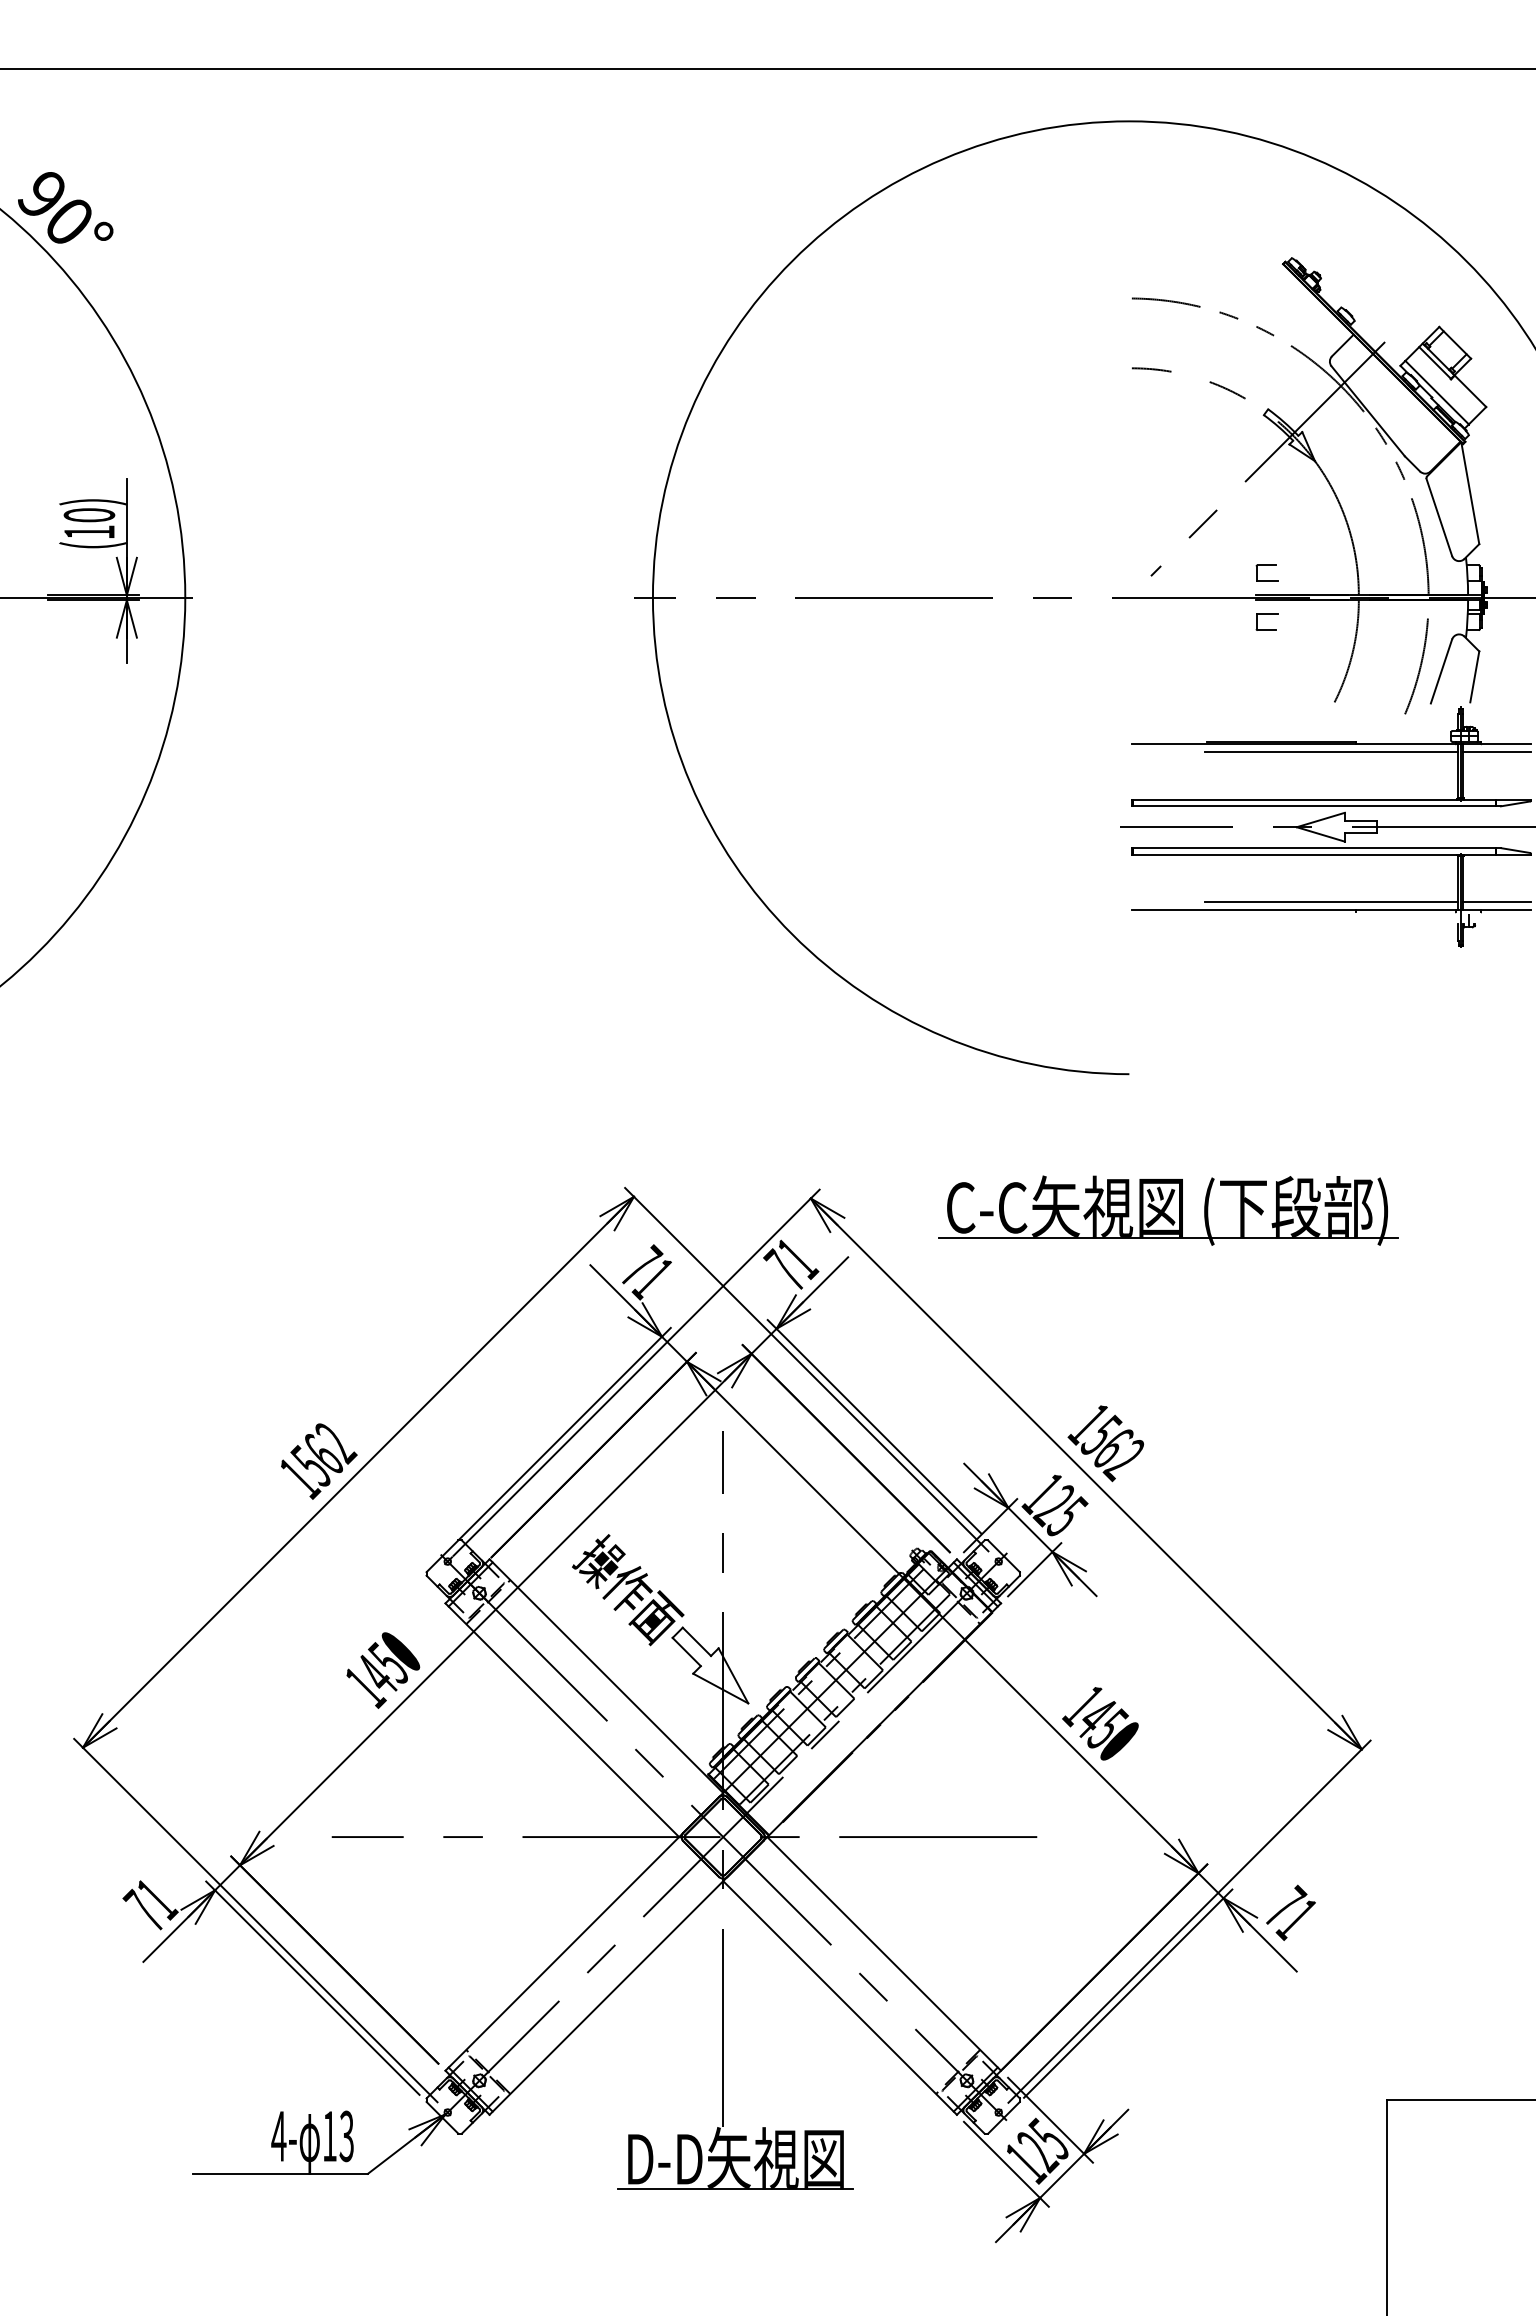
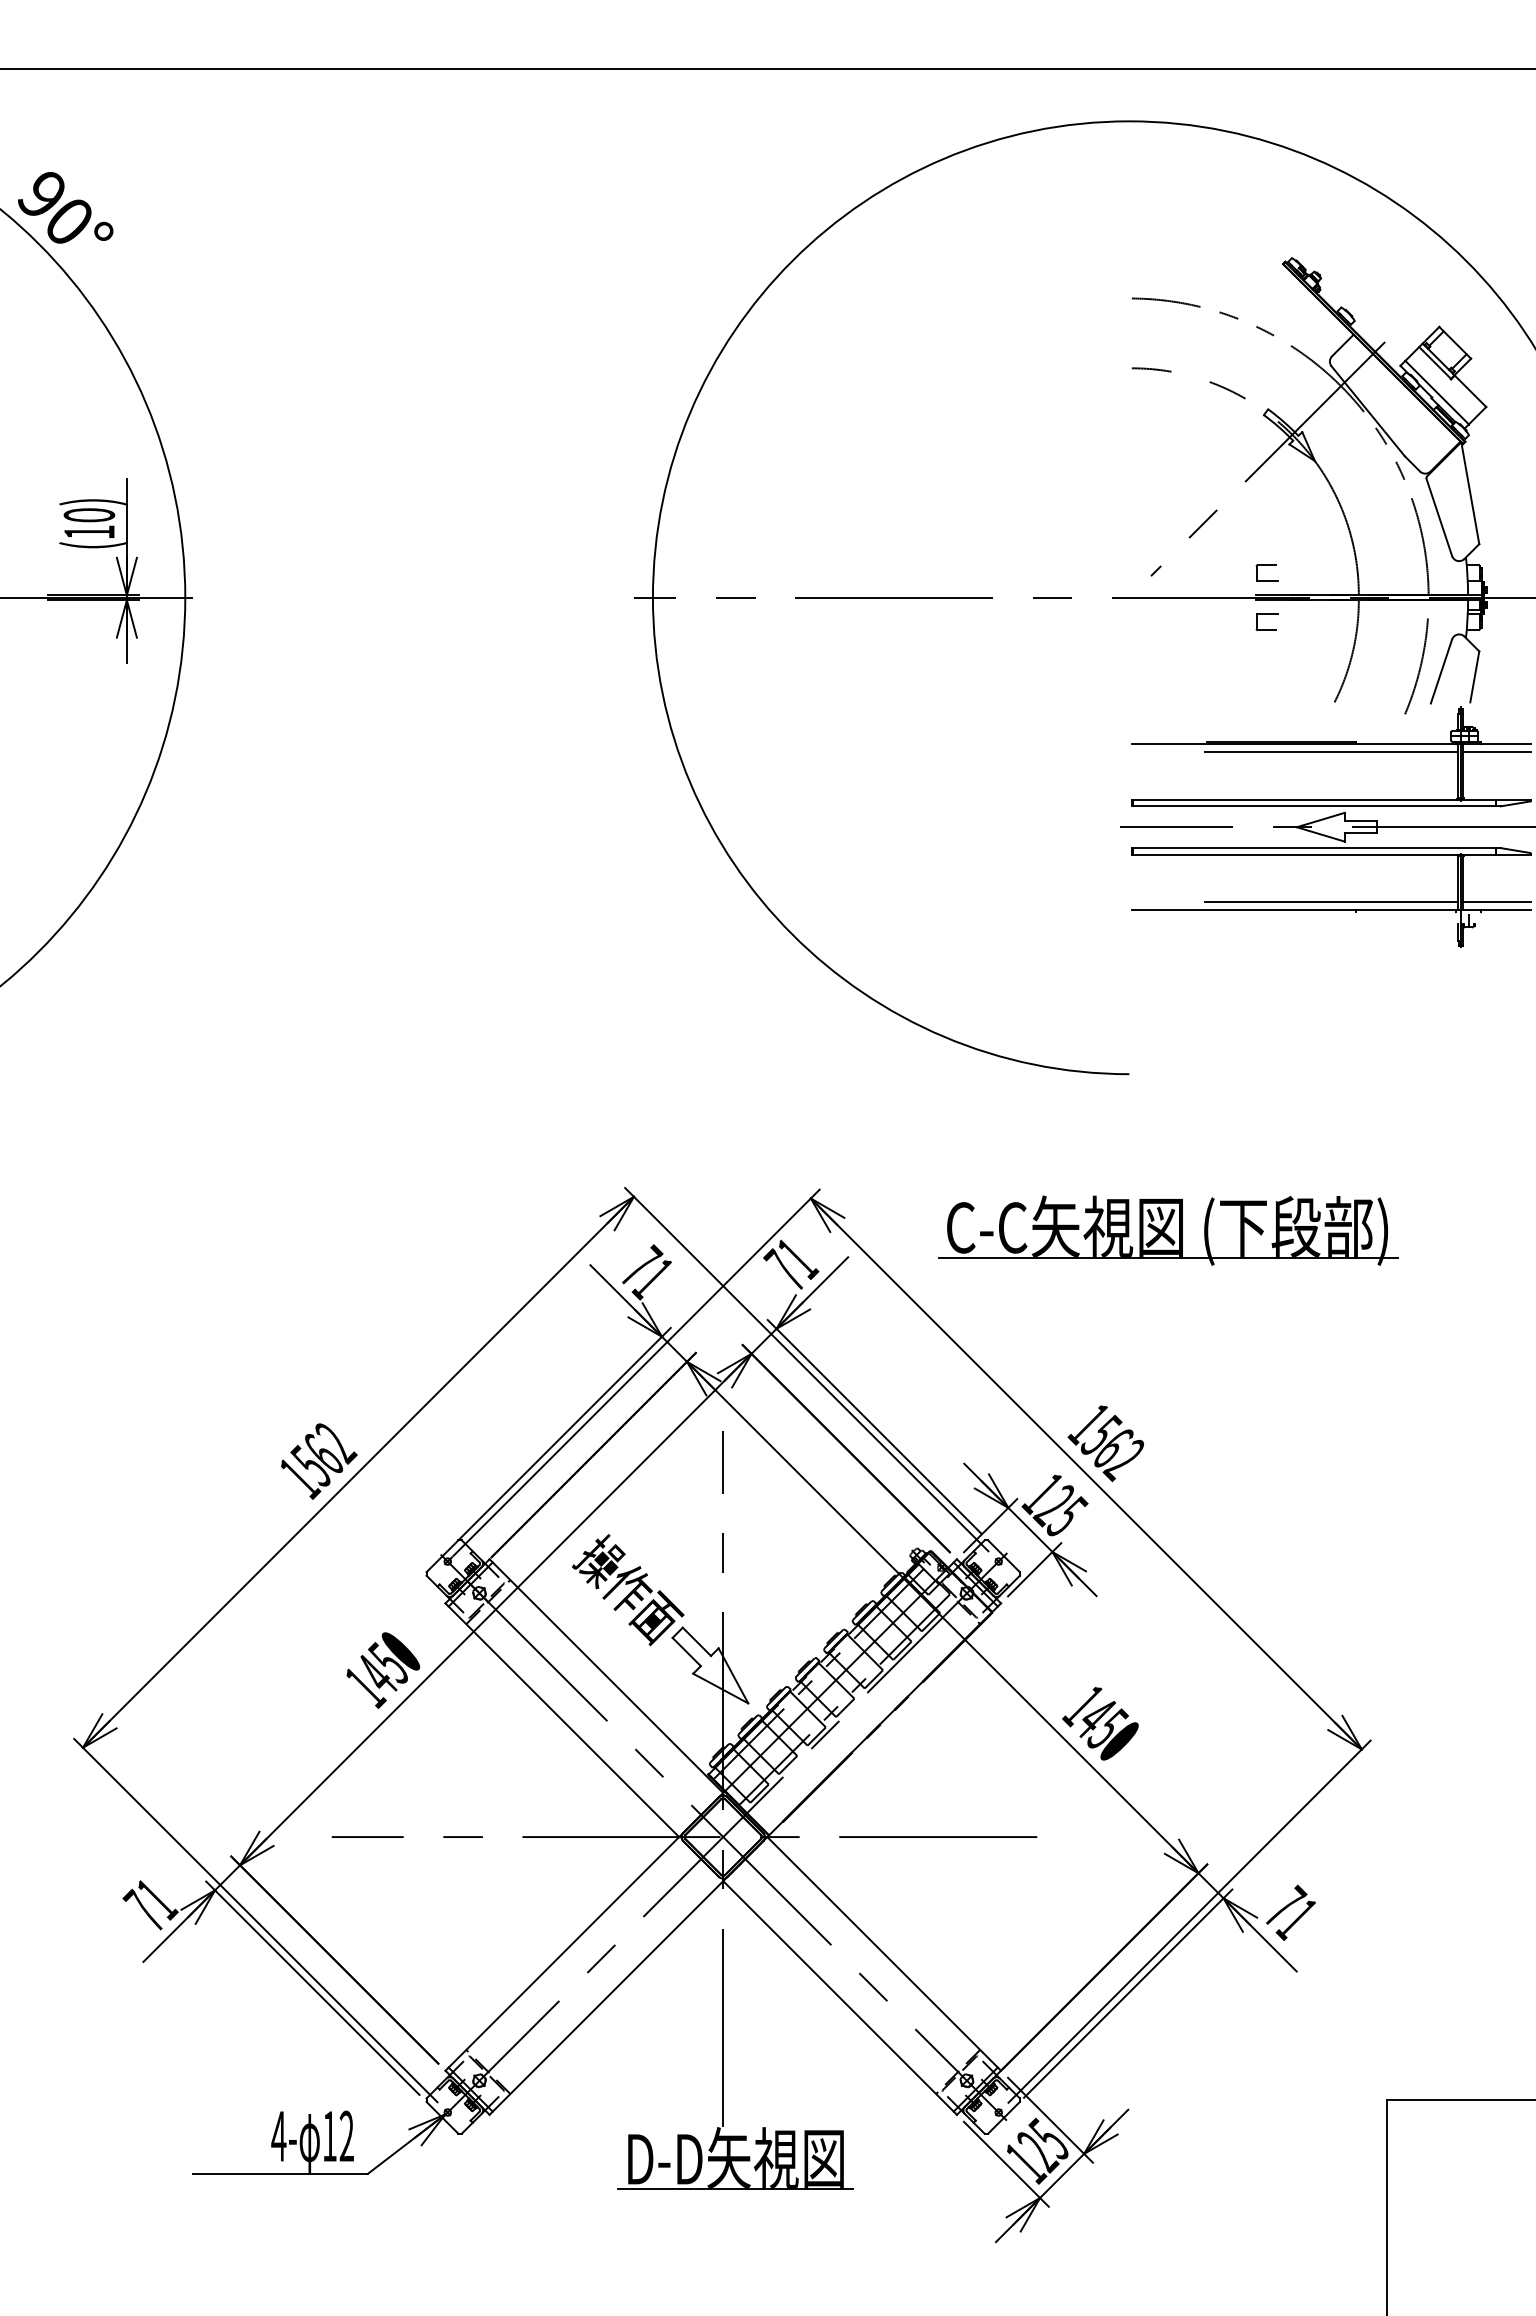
part at (1168, 1210) position: (1168, 1210) -> (1168, 1230)
text at (346, 2136): 13 -> 12
